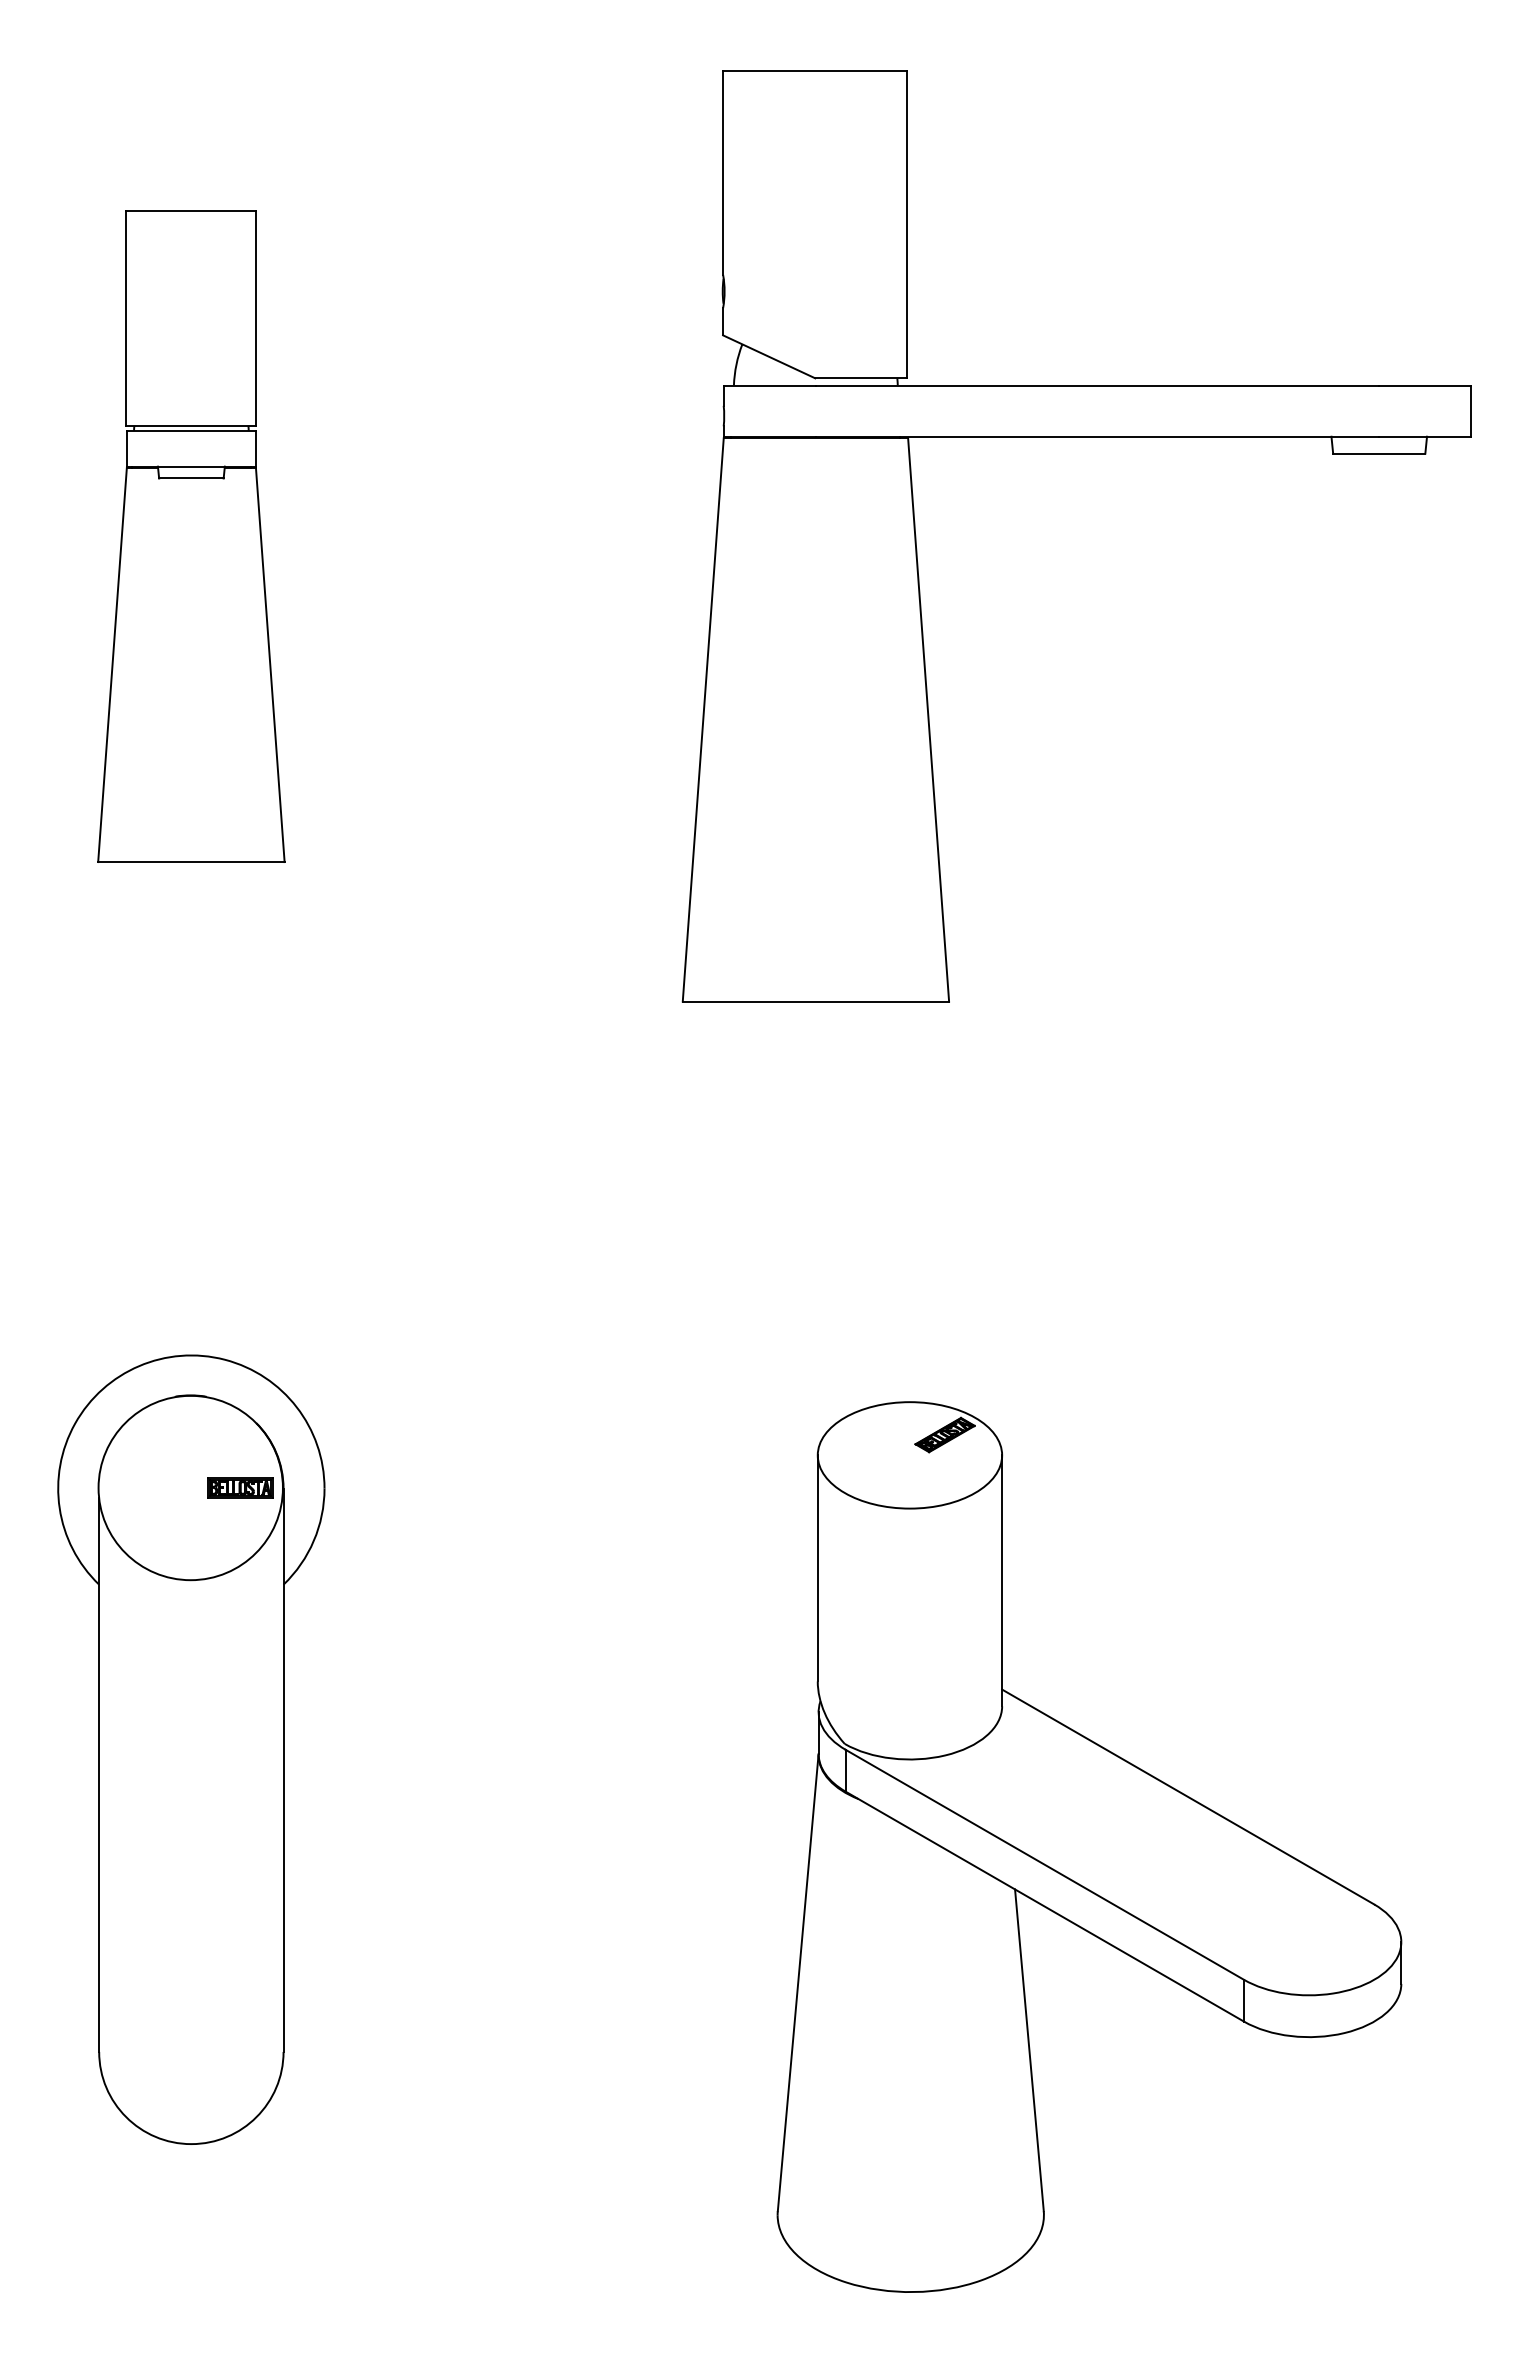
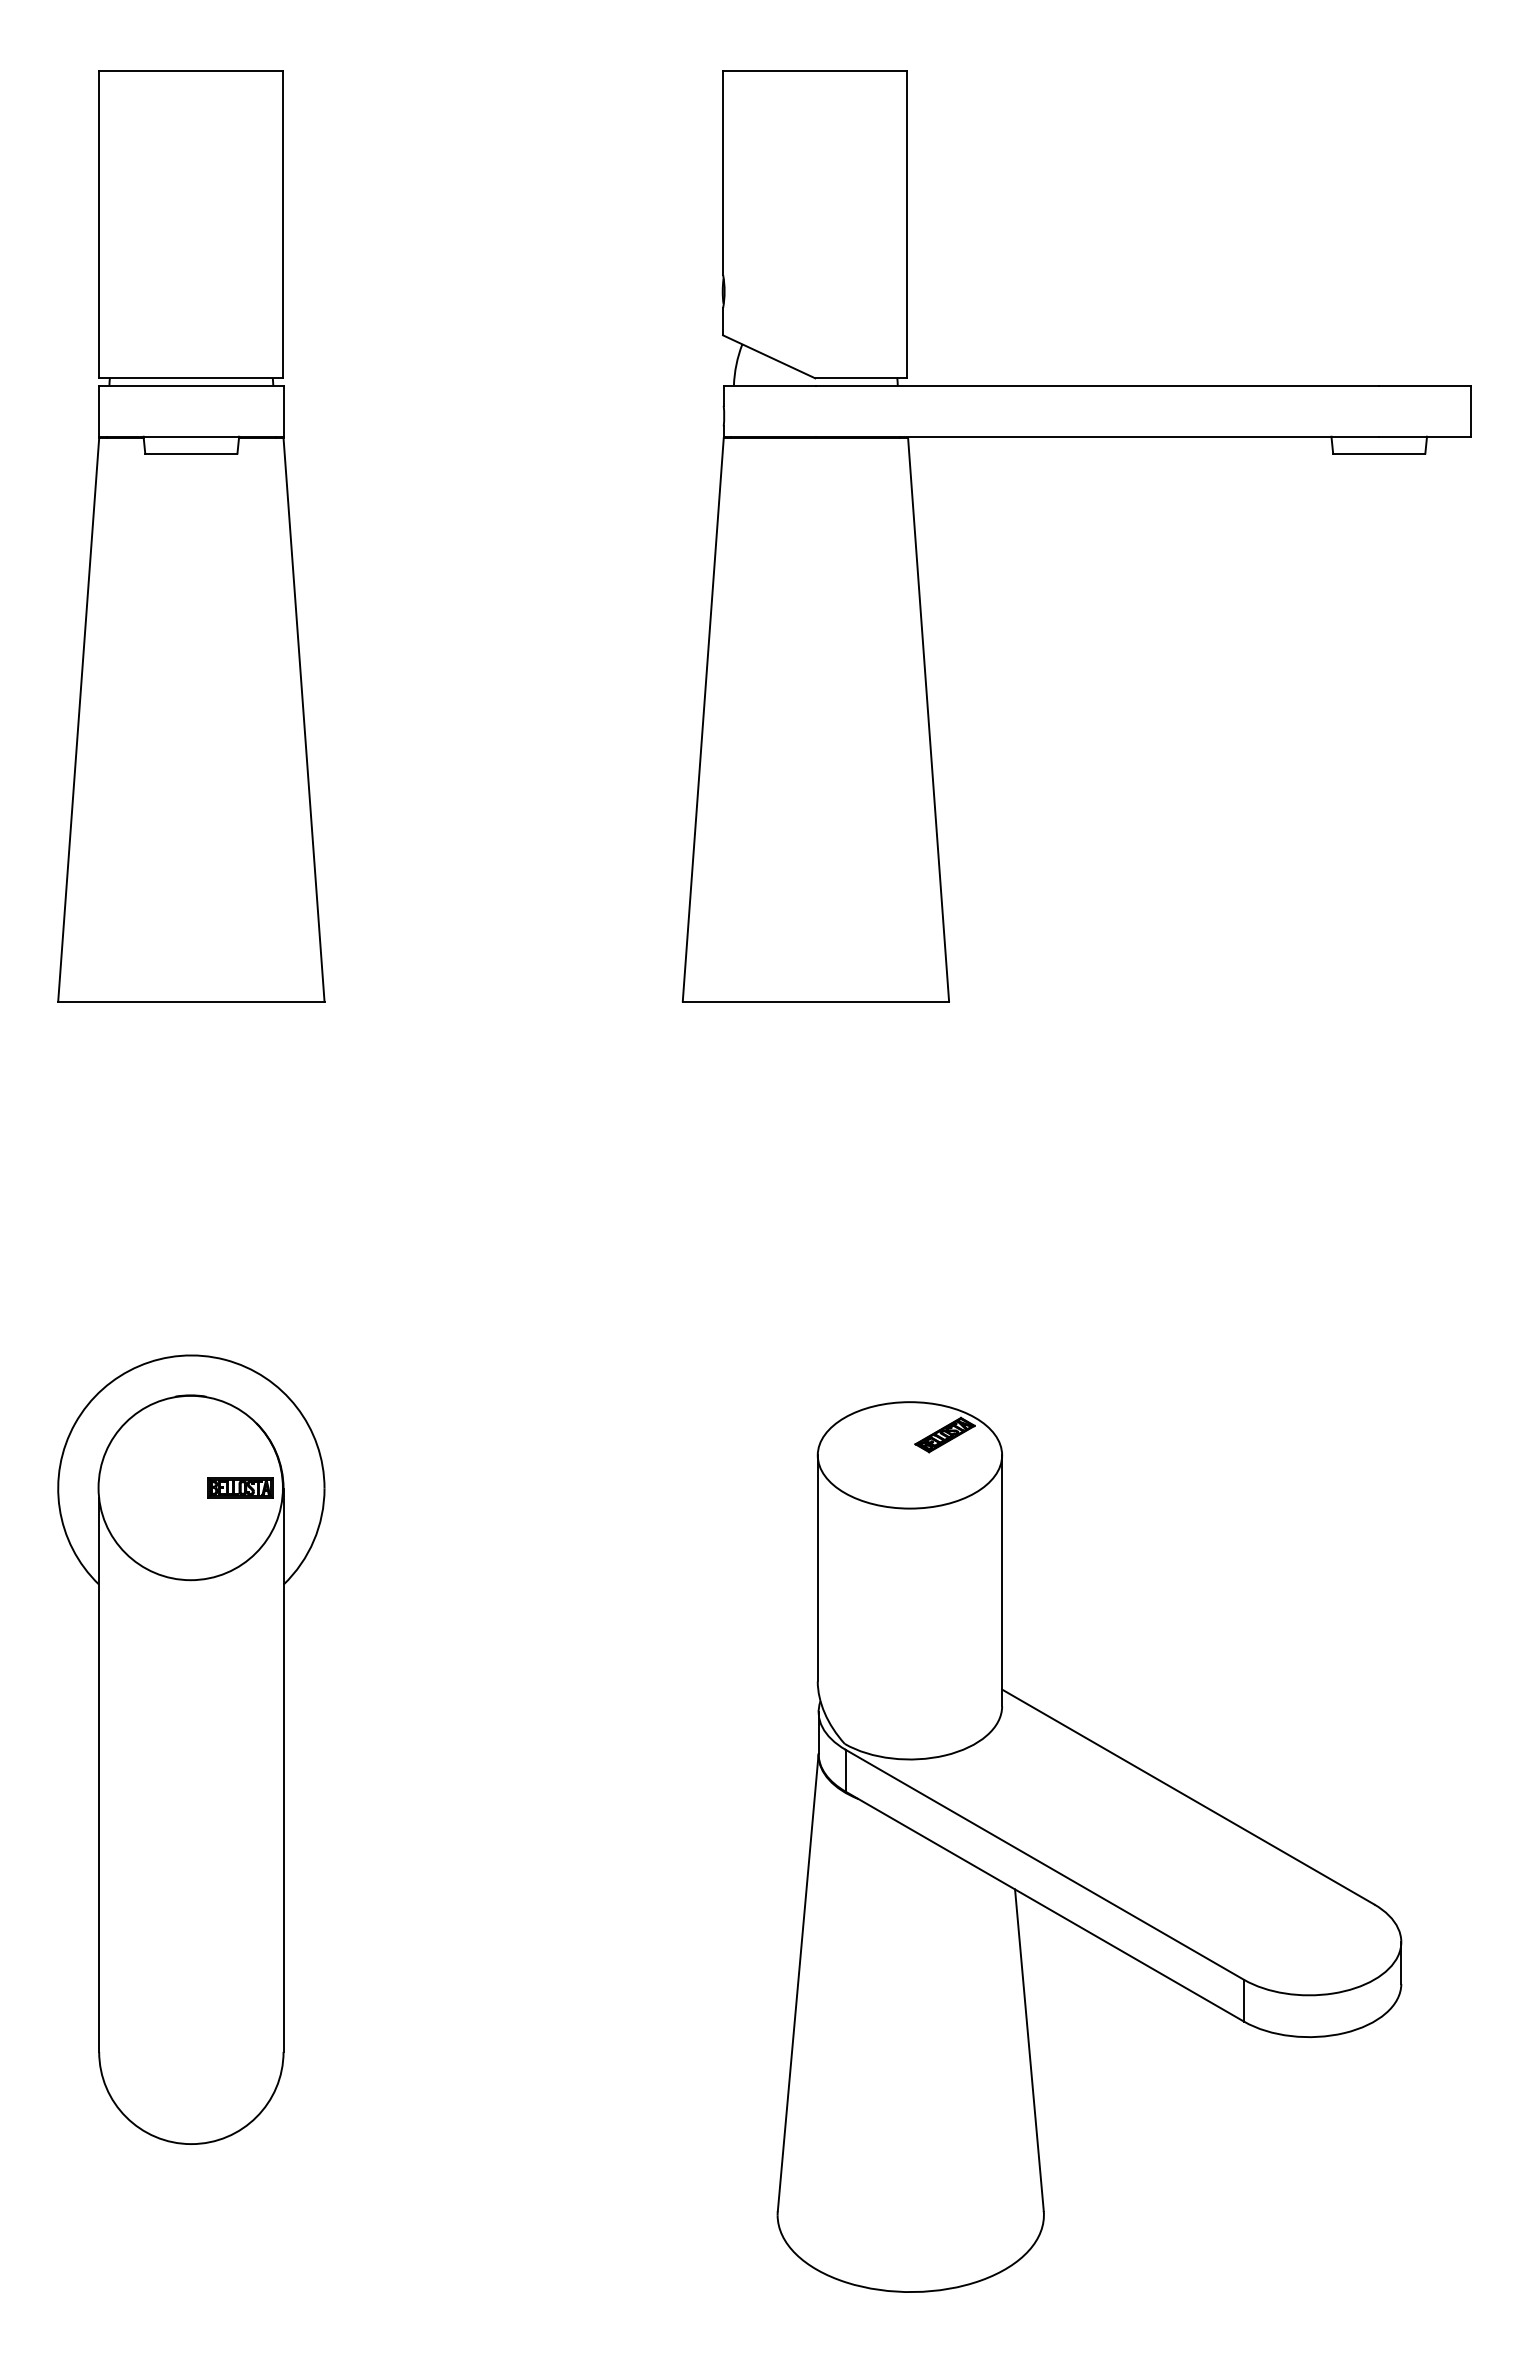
part at (191, 536) size: 189x653 px -> 269x933 px
